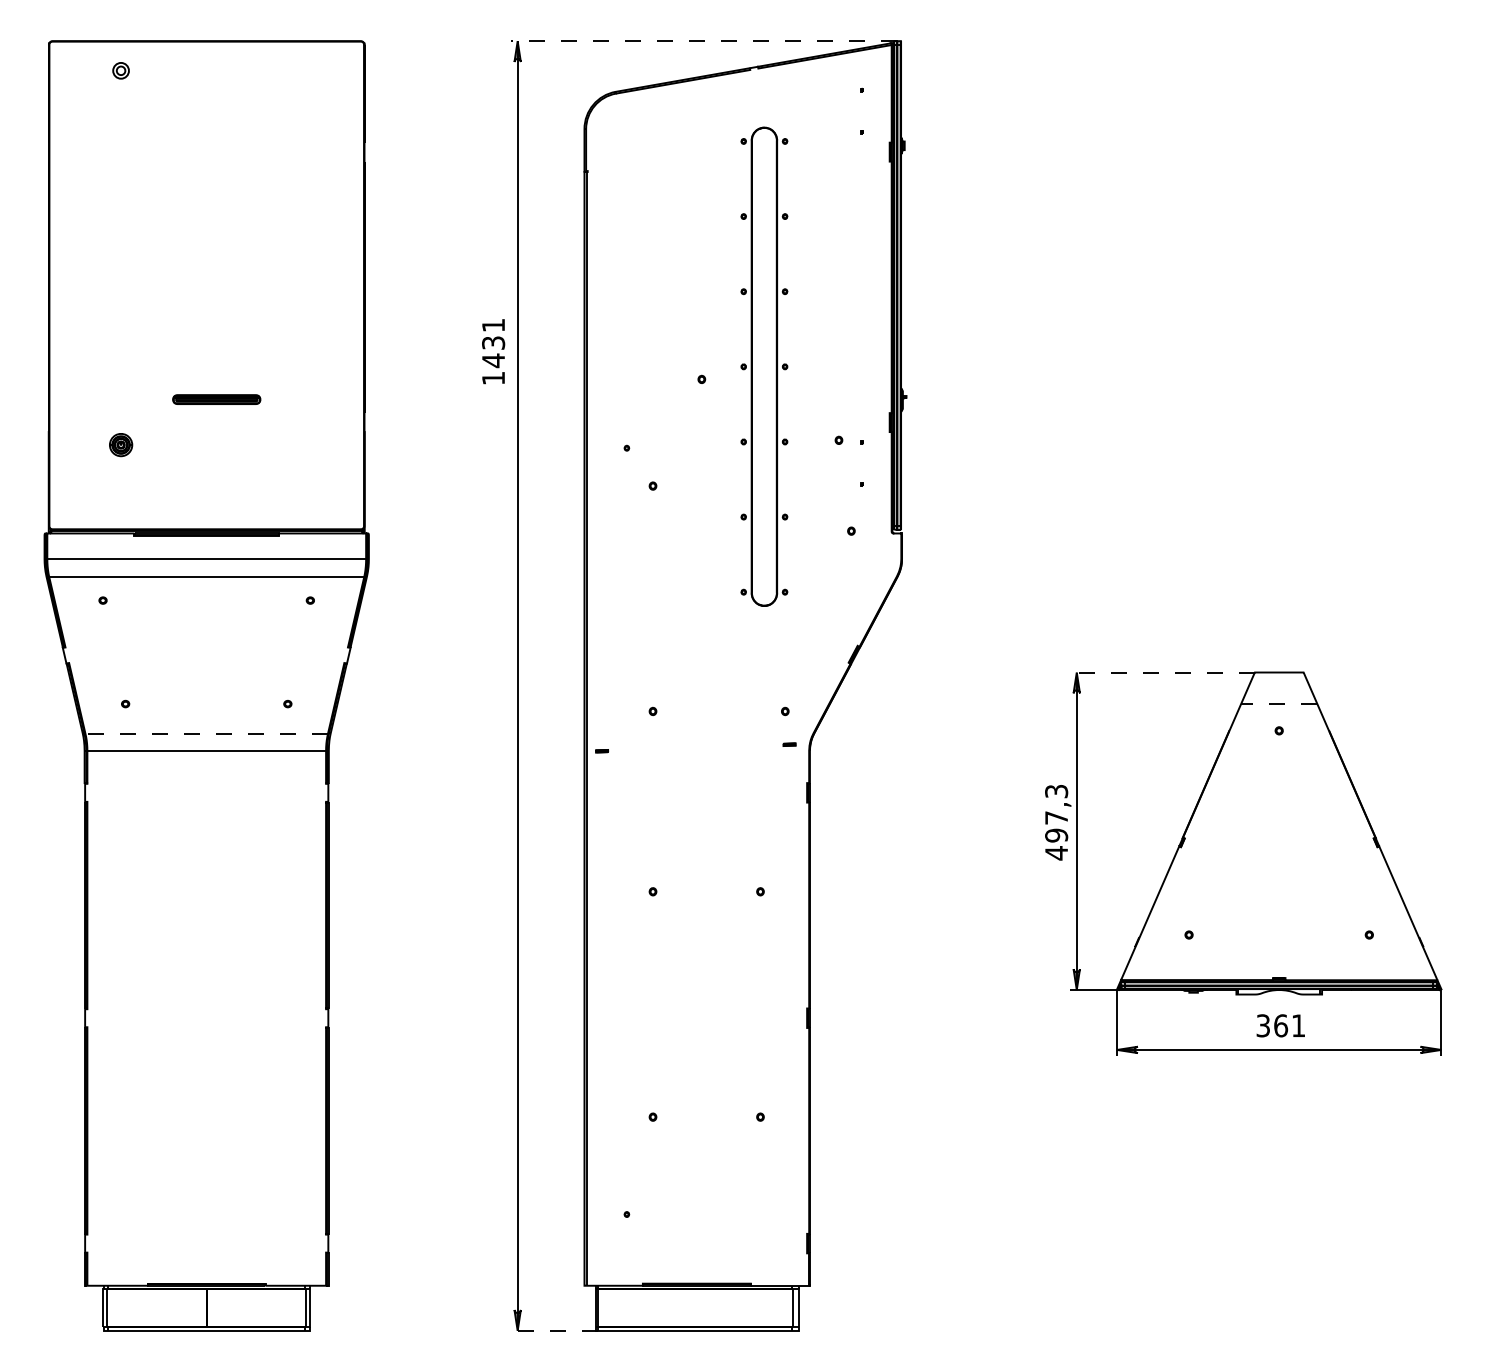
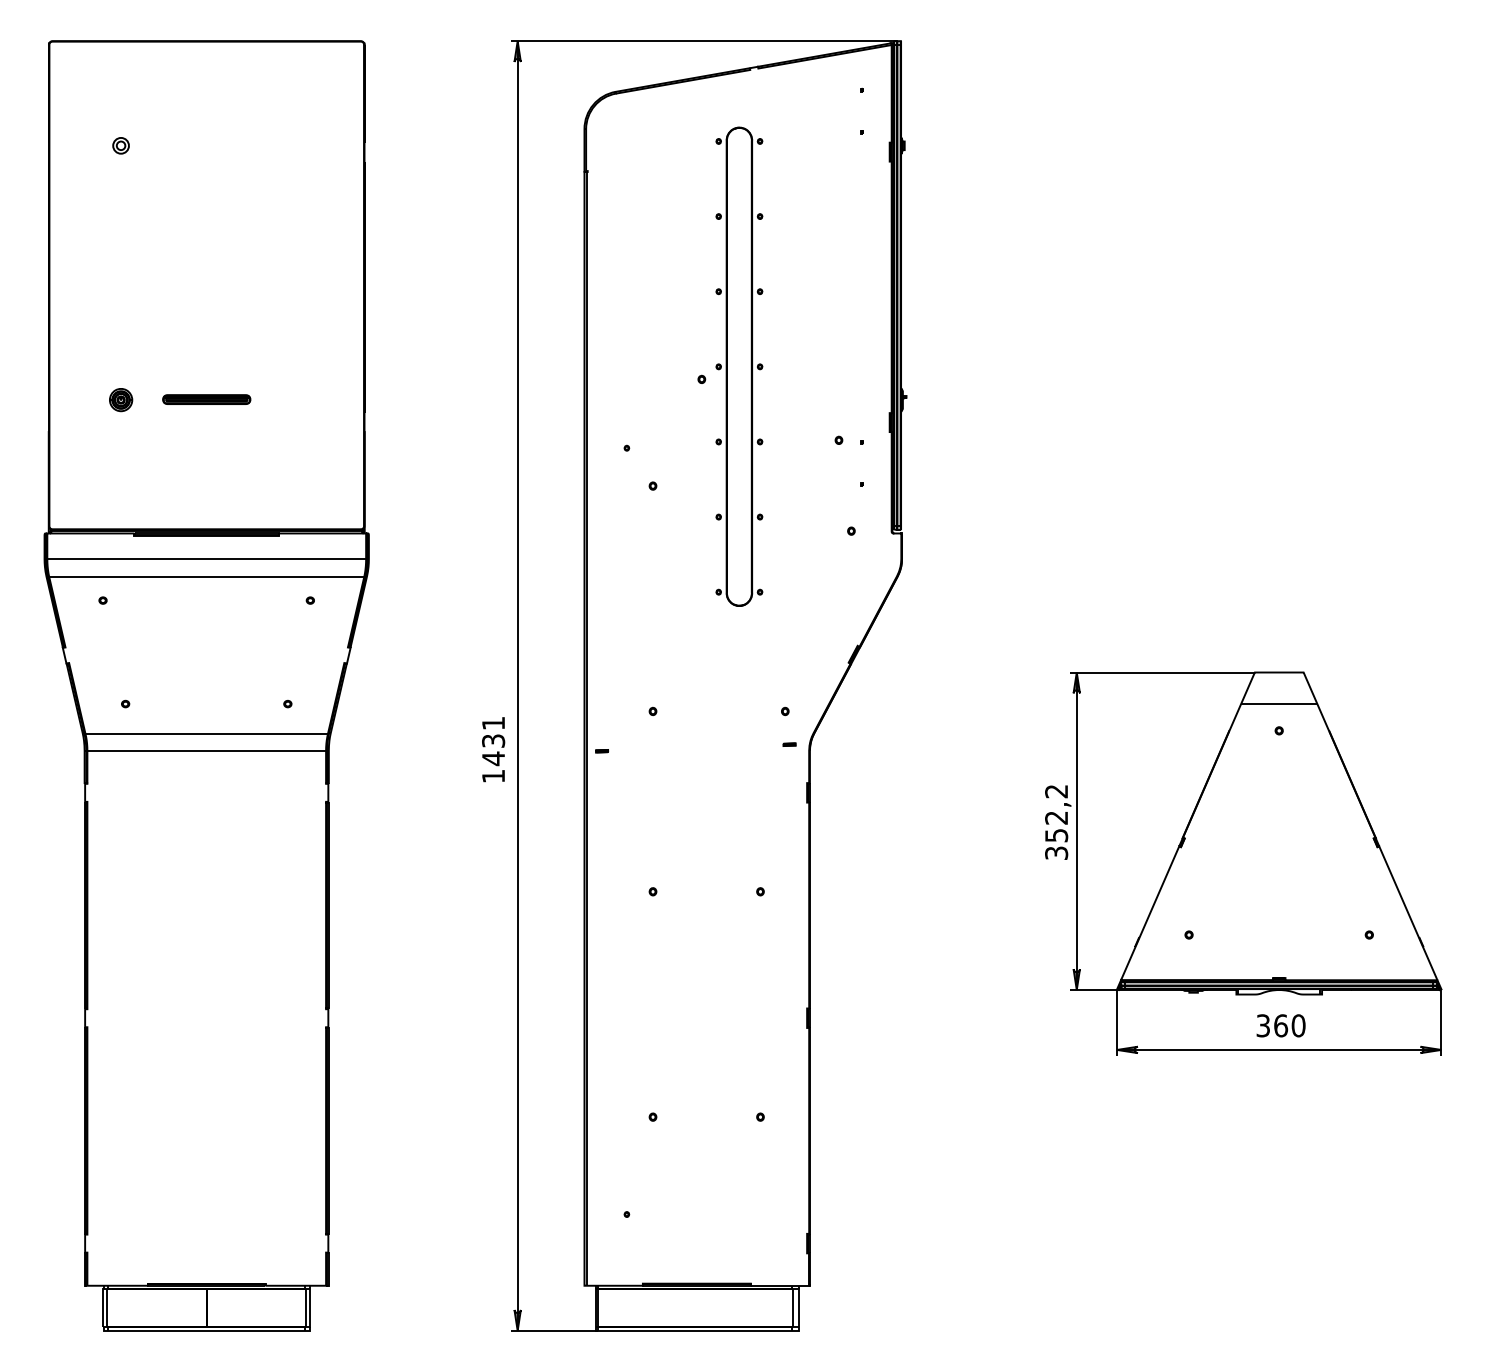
line at (703, 41): dashed -> solid
part at (120, 70) position: (120, 70) -> (120, 145)
text at (493, 351) position: (493, 351) -> (493, 749)
part at (764, 366) position: (764, 366) -> (739, 366)
part at (216, 399) position: (216, 399) -> (206, 399)
part at (121, 445) position: (121, 445) -> (121, 400)
line at (1162, 672): dashed -> solid
line at (1279, 703): dashed -> solid
line at (206, 733): dashed -> solid
text at (1056, 822): 497,3 -> 352,2
text at (1298, 1025): 361 -> 360
line at (554, 1330): dashed -> solid
